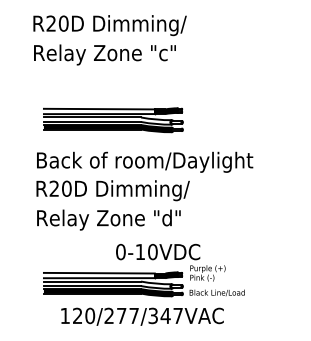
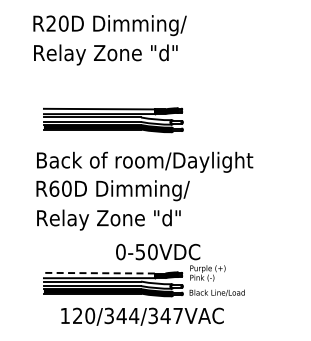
text at (168, 52): Relay Zone "c" -> Relay Zone "d"
text at (54, 188): R20D -> R60D
text at (139, 252): 0-10VDC -> 0-50VDC
line at (98, 273): solid -> dashed
text at (121, 316): 120/277/347VAC -> 120/344/347VAC
